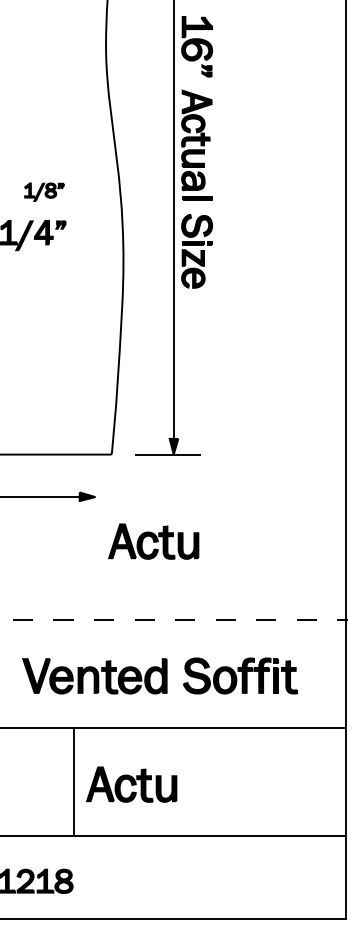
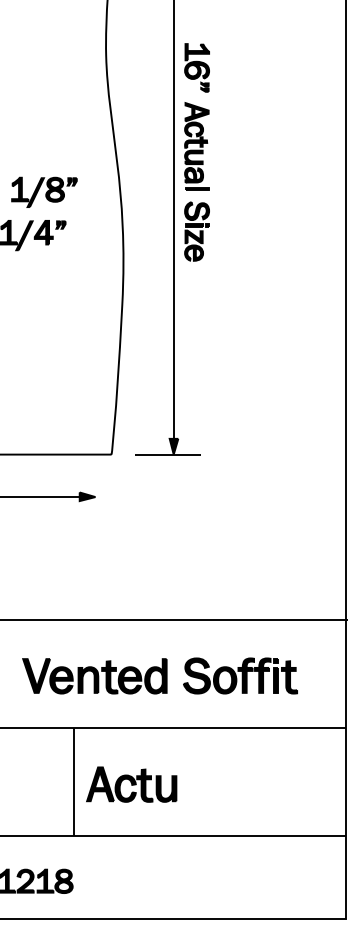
part at (196, 152) size: 32x273 px -> 26x219 px
part at (44, 191) size: 41x20 px -> 67x32 px
part at (153, 541): present -> none
line at (174, 619): dashed -> solid
